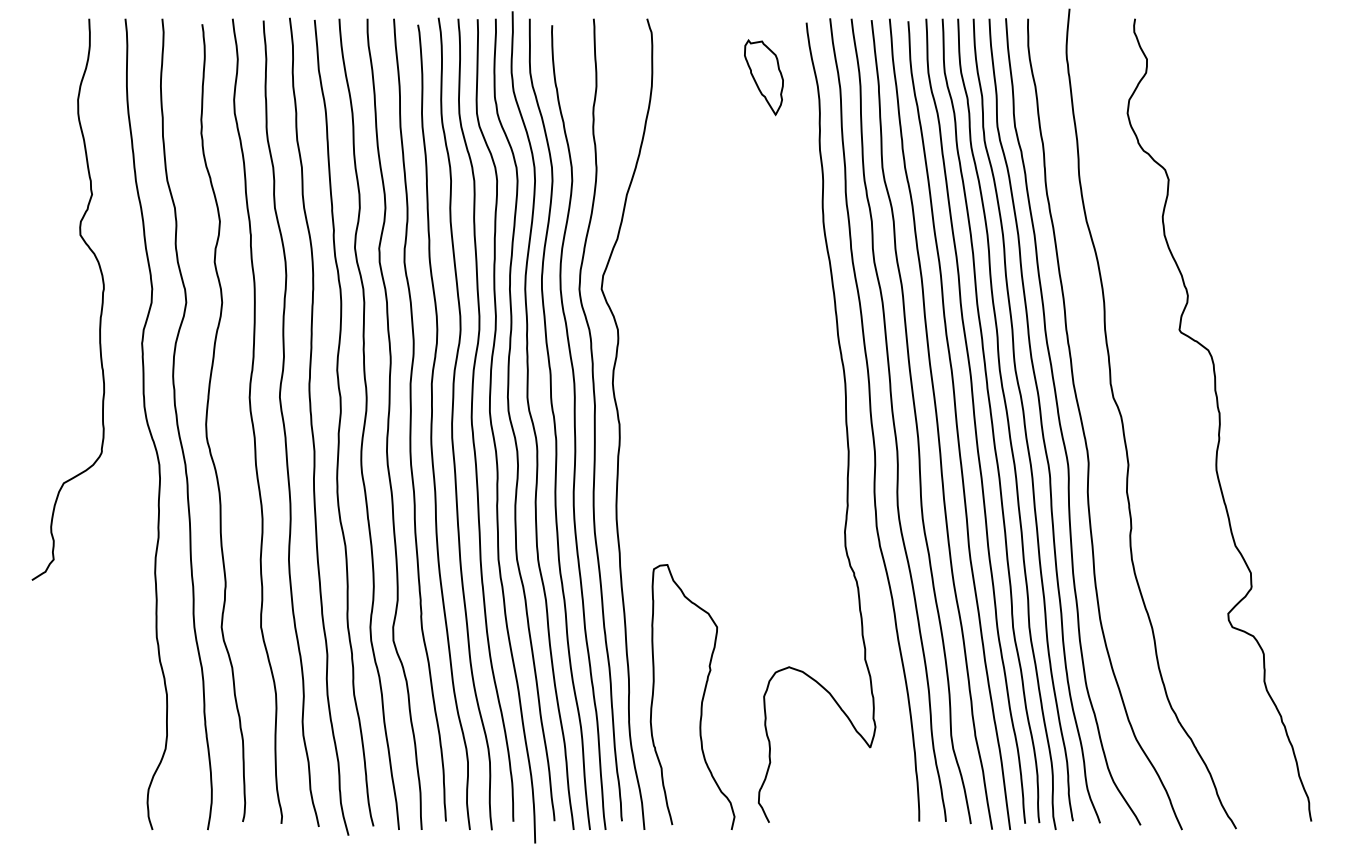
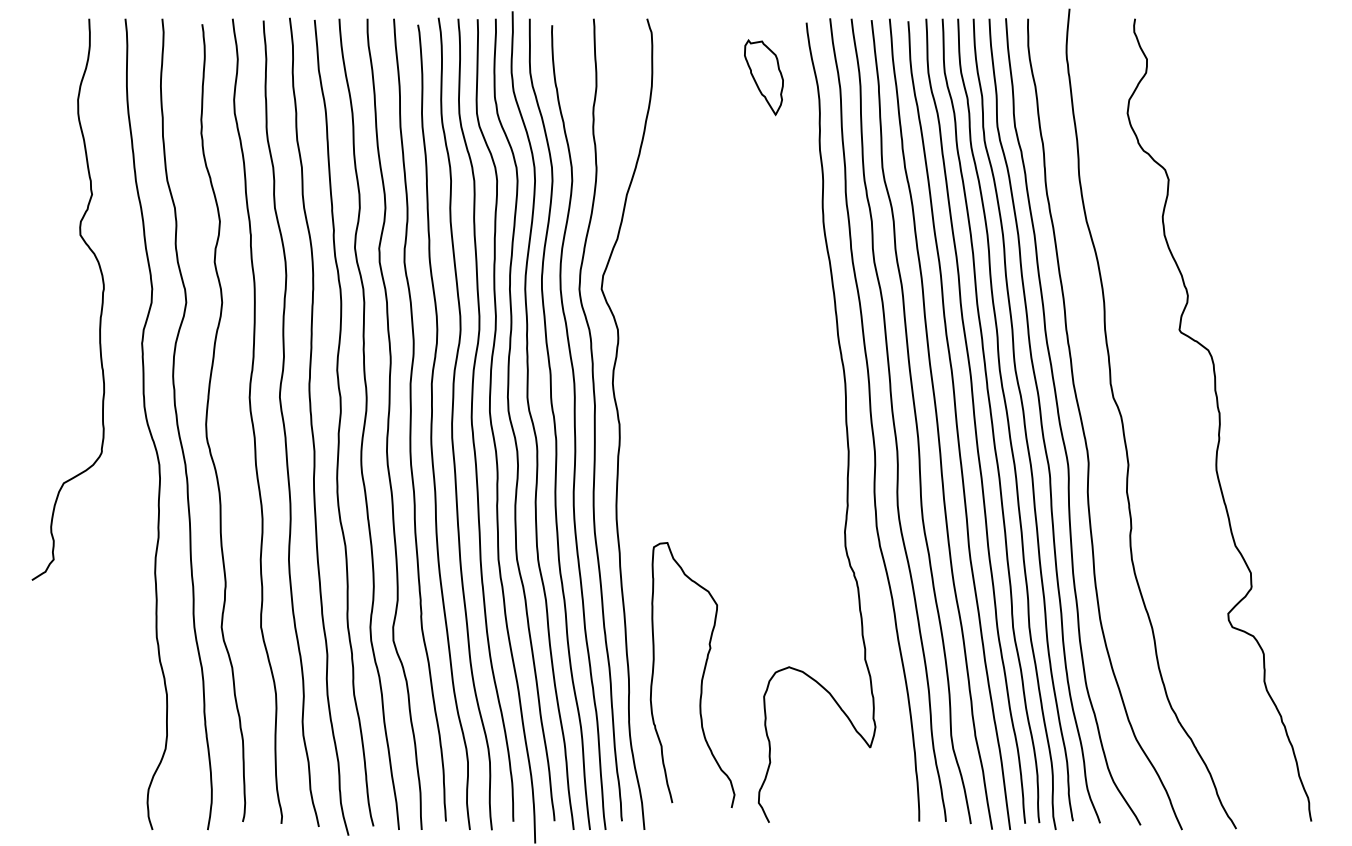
curve at (701, 699) position: (701, 699) -> (701, 677)
